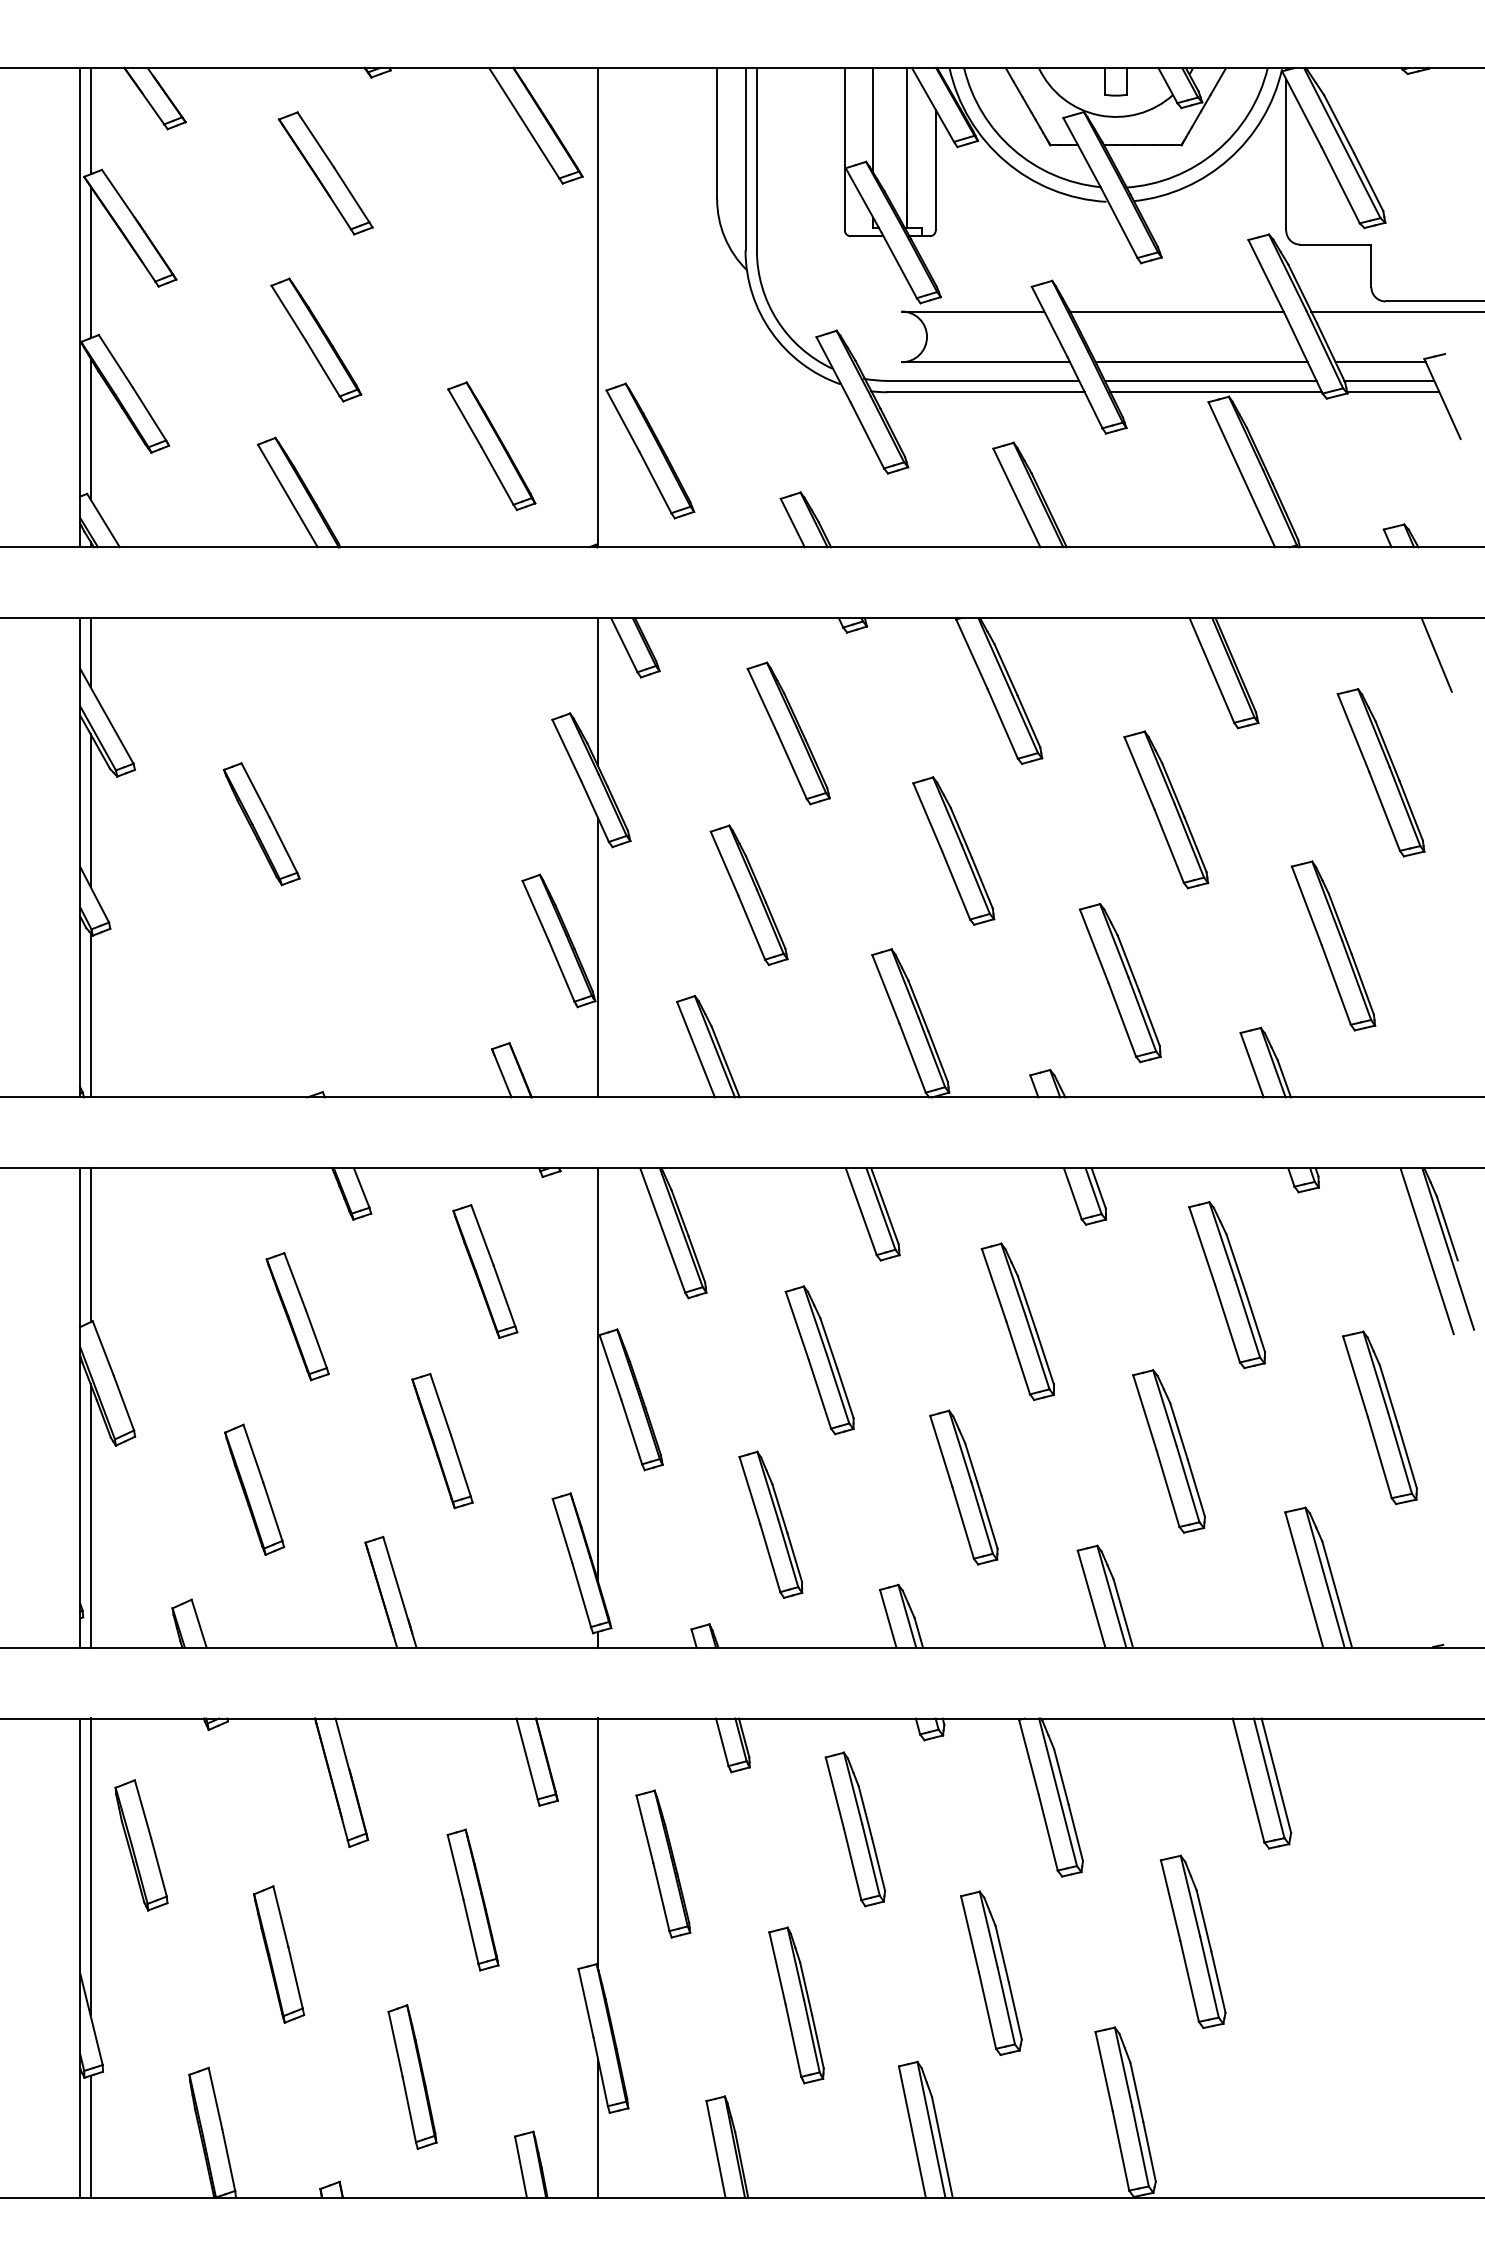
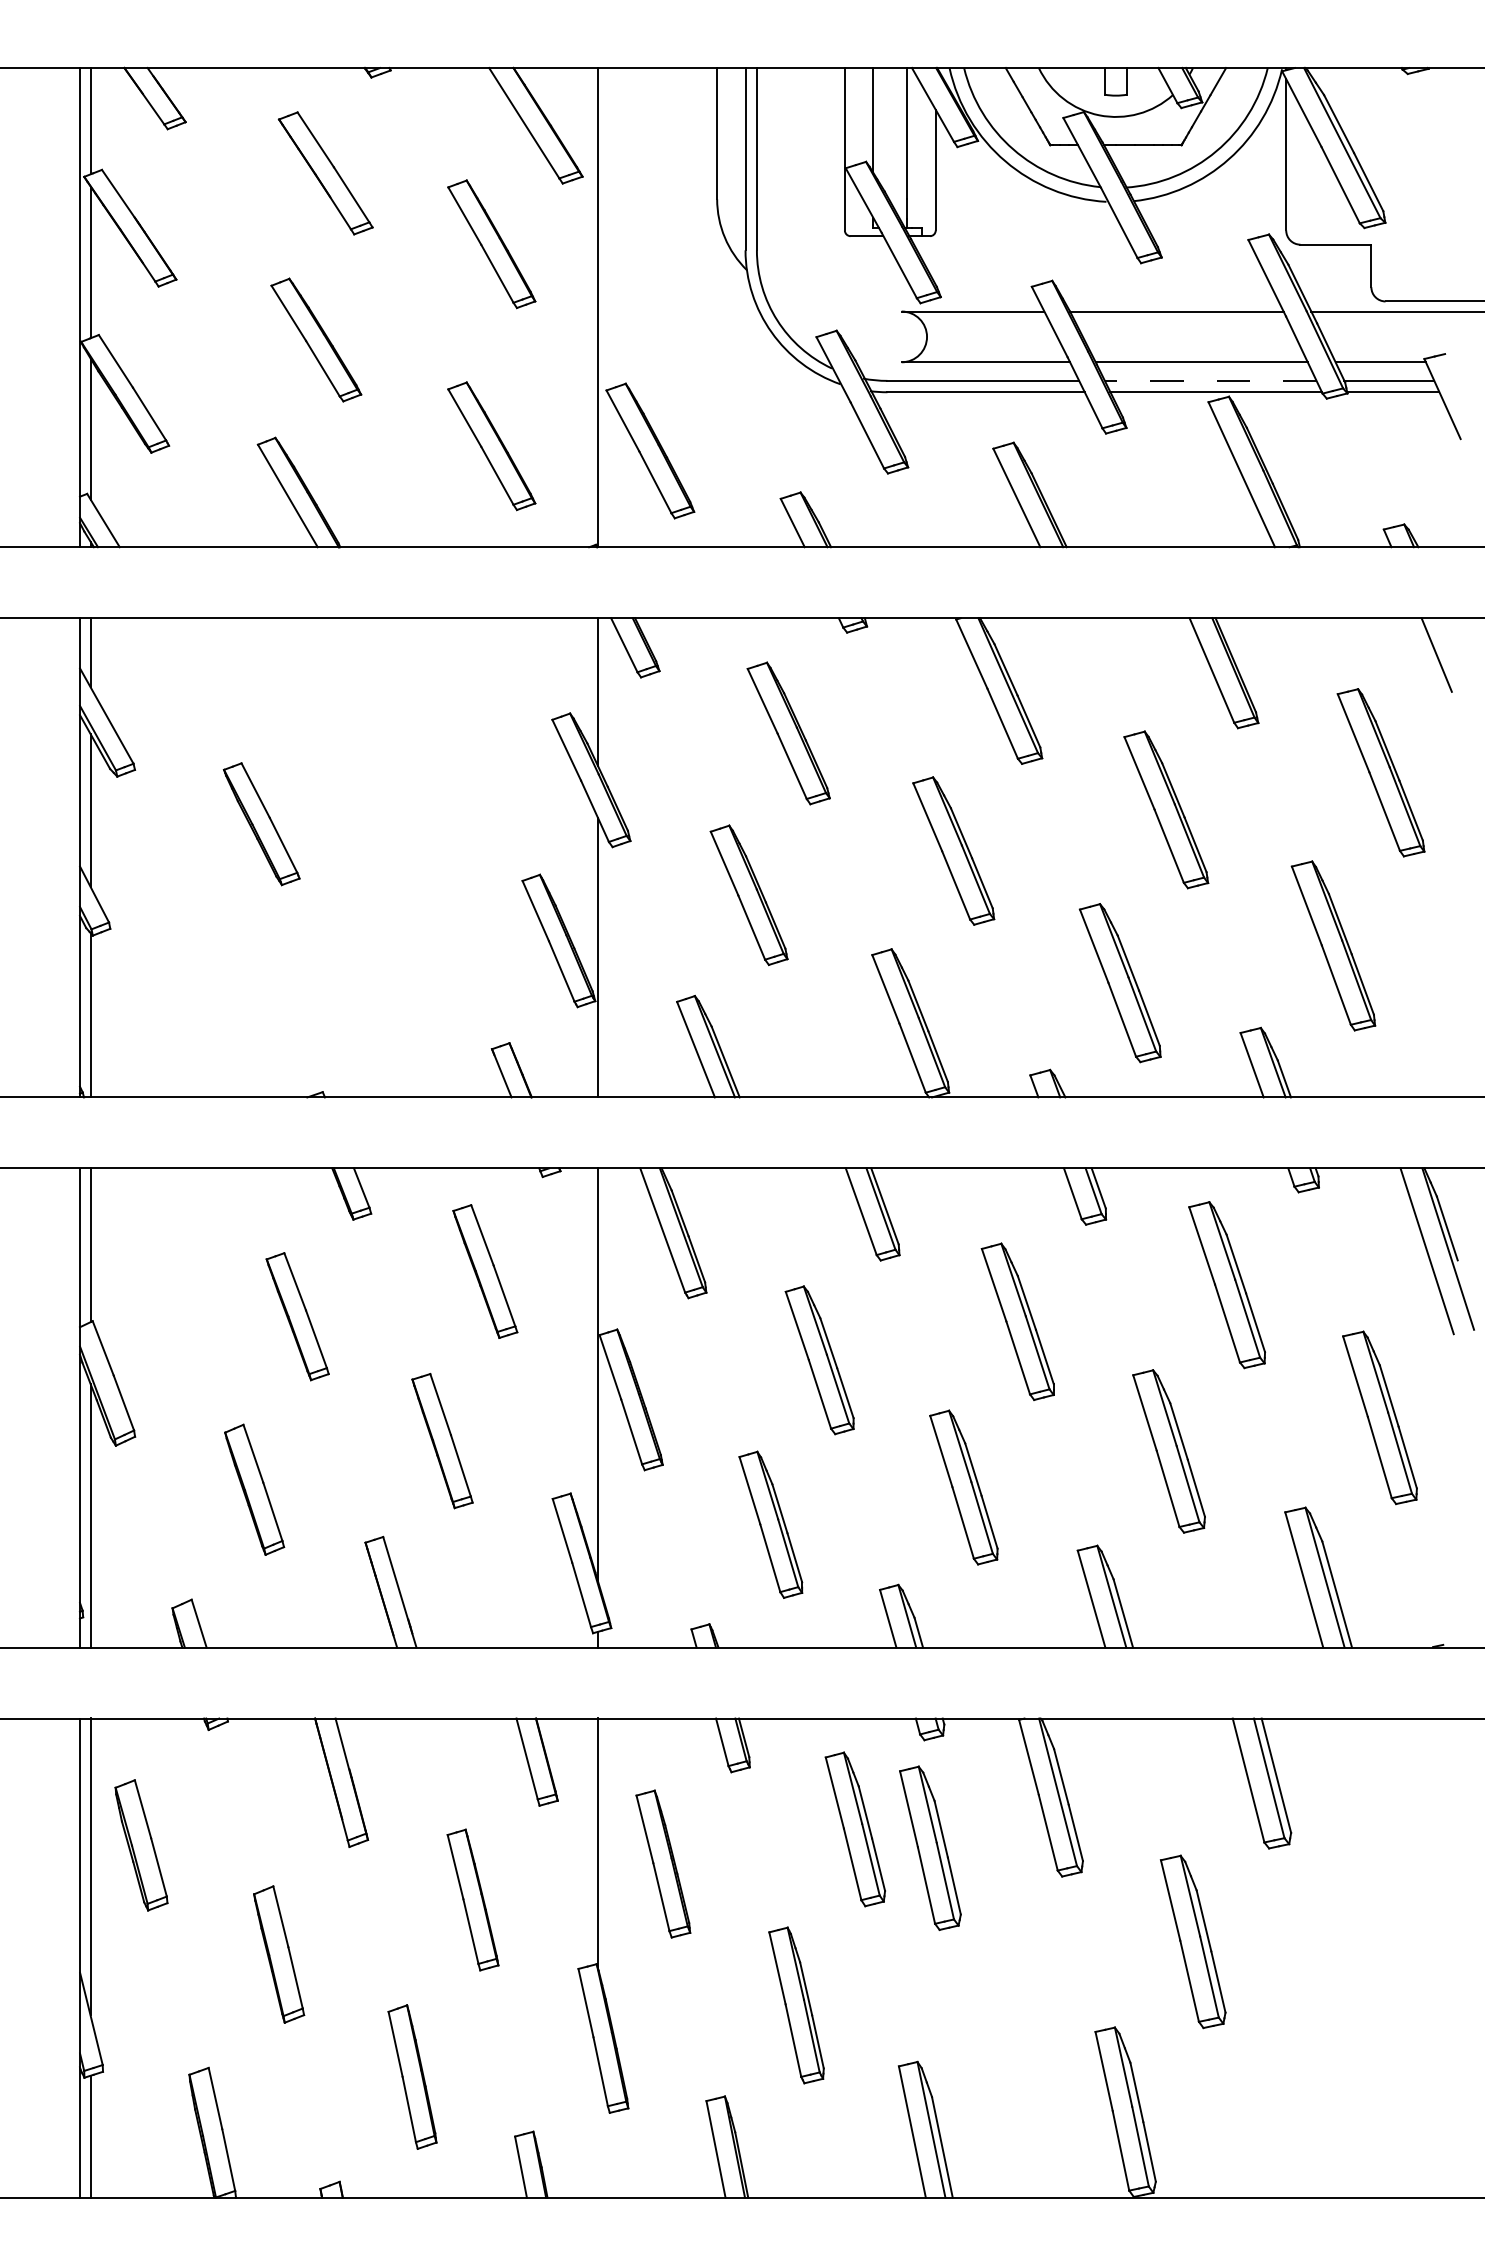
part at (491, 244): none -> present
line at (1210, 380): solid -> dashed
part at (991, 1972) position: (991, 1972) -> (930, 1847)
line at (598, 2127): present -> none
